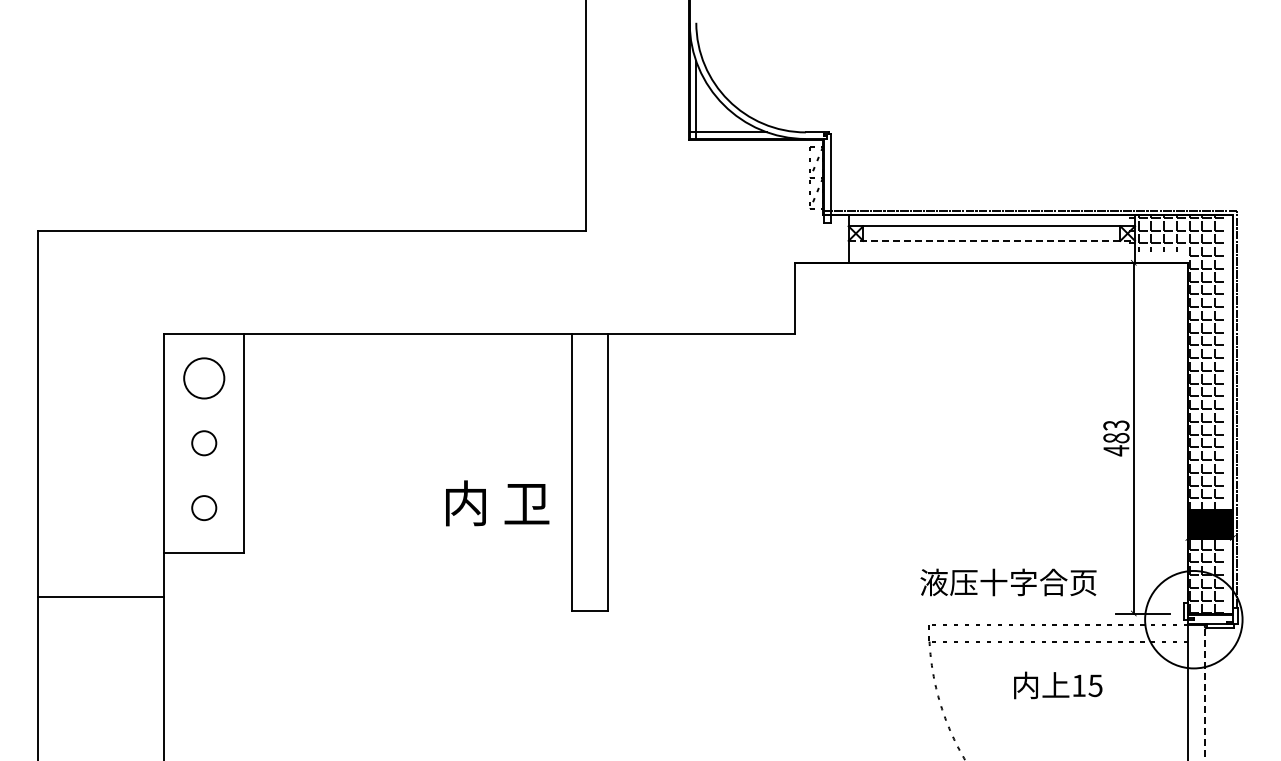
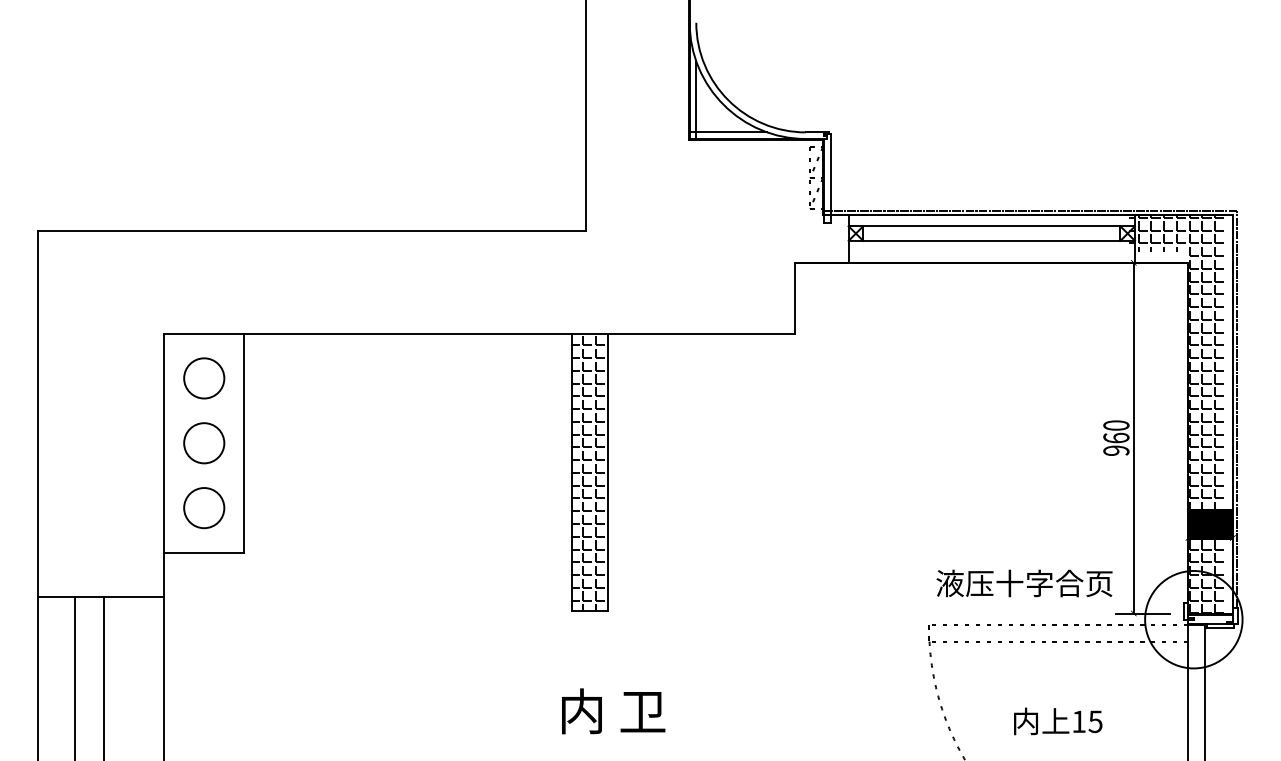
line at (992, 240): dashed -> solid
text at (1116, 438): 483 -> 960
circle at (204, 443) diameter: 24 px -> 40 px
hatch at (588, 473): none -> present
text at (497, 503) position: (497, 503) -> (613, 711)
circle at (204, 508) diameter: 24 px -> 40 px
text at (1008, 582) position: (1008, 582) -> (1024, 583)
line at (74, 676): none -> present
line at (104, 676): none -> present
text at (1058, 685) position: (1058, 685) -> (1058, 721)
line at (1204, 693): dashed -> solid
